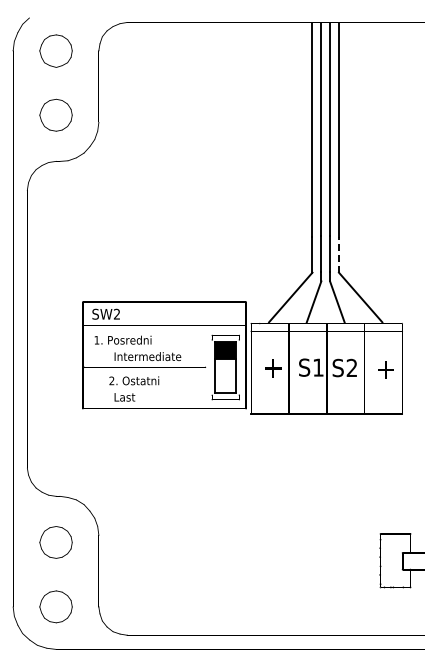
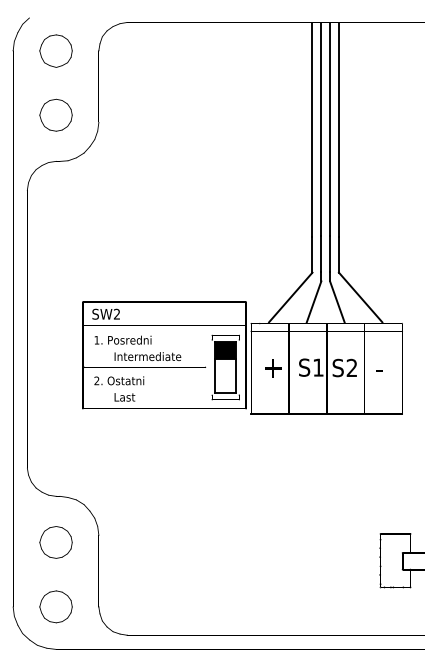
line at (338, 254): dashed -> solid
text at (384, 369): + -> -
text at (134, 380) position: (134, 380) -> (119, 380)
